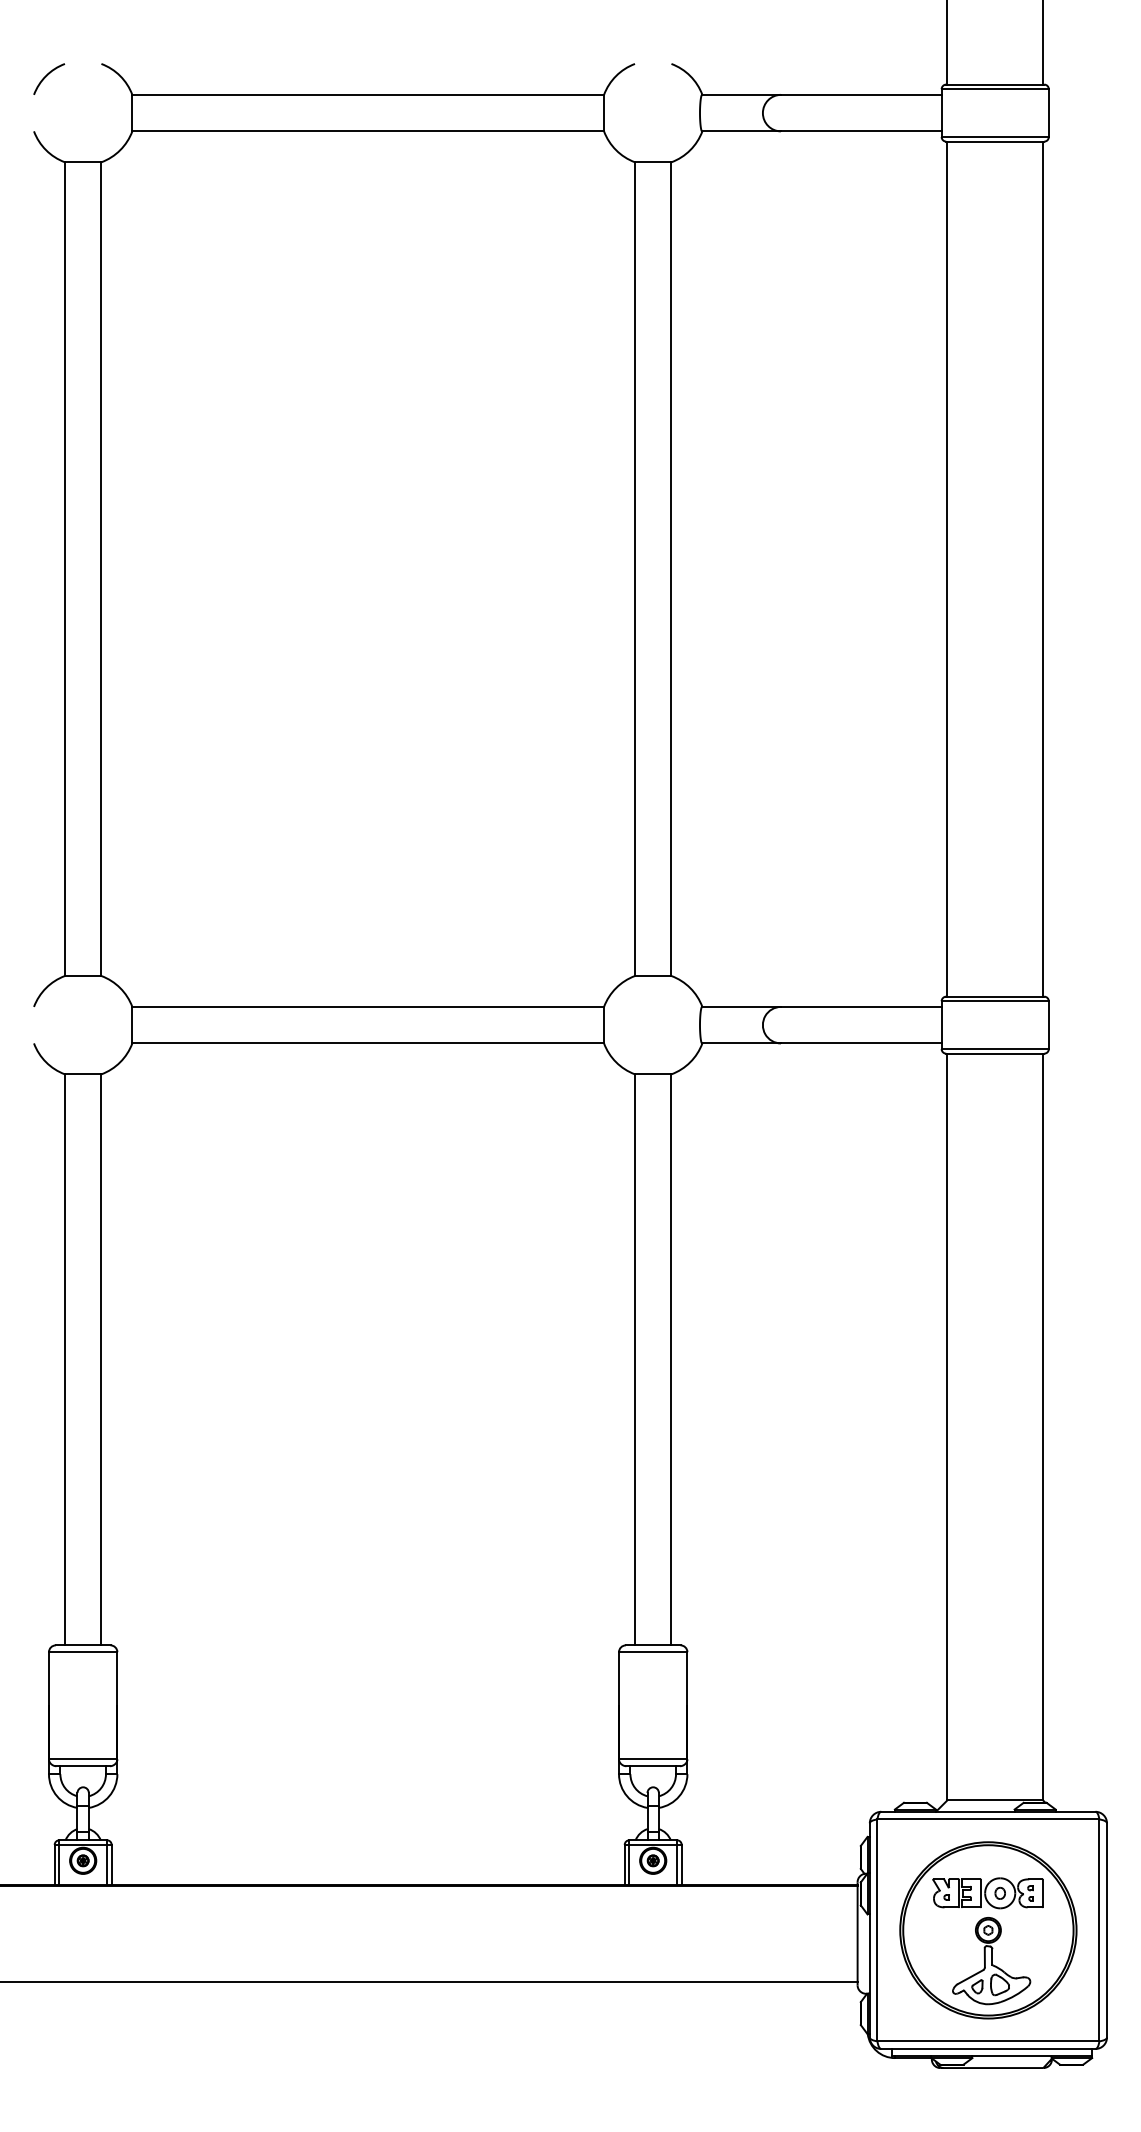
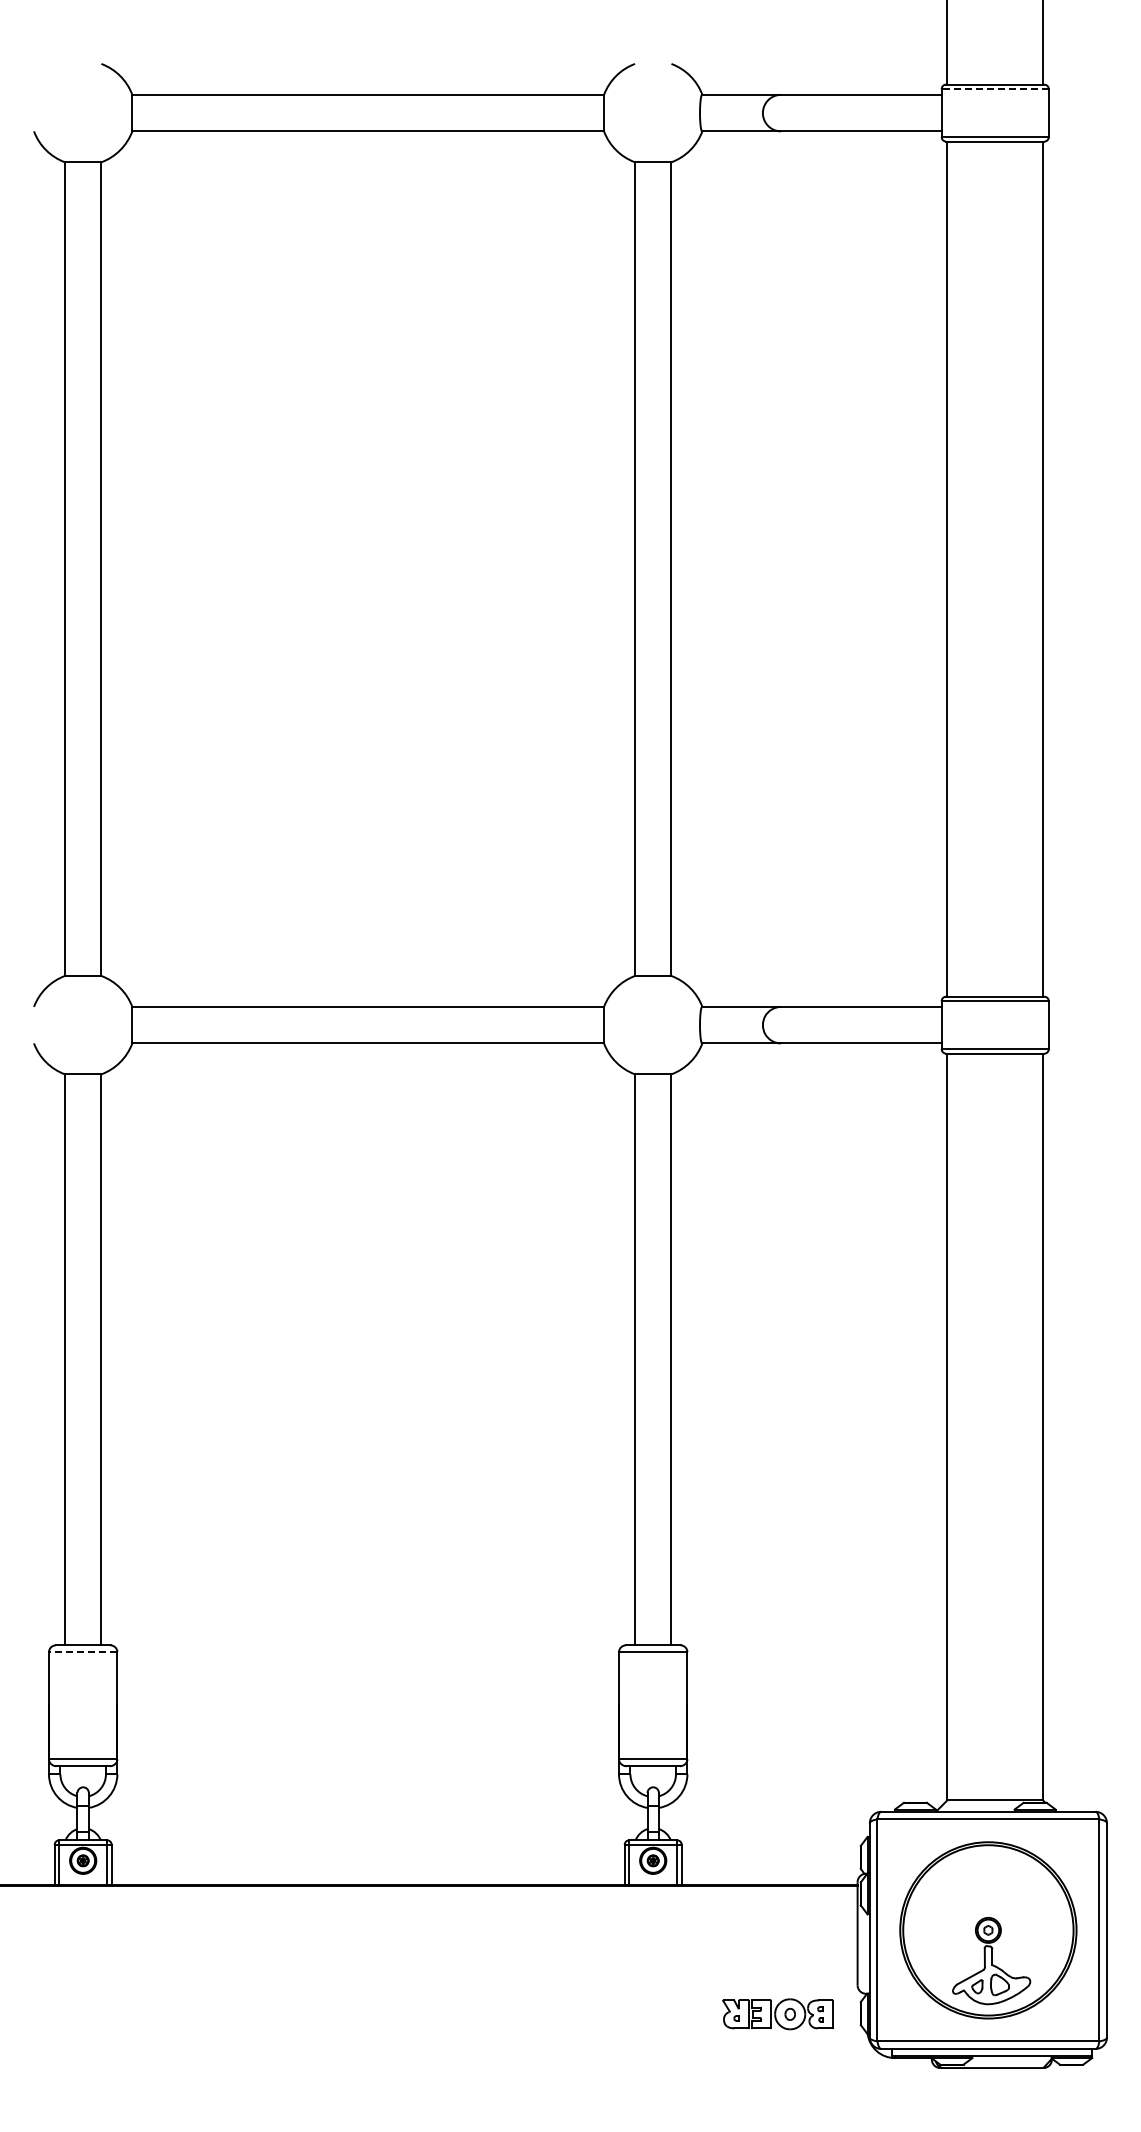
arc at (47, 76): present -> none
line at (995, 89): solid -> dashed
line at (82, 1652): solid -> dashed
part at (987, 1893) position: (987, 1893) -> (777, 2014)
line at (429, 1981): present -> none
